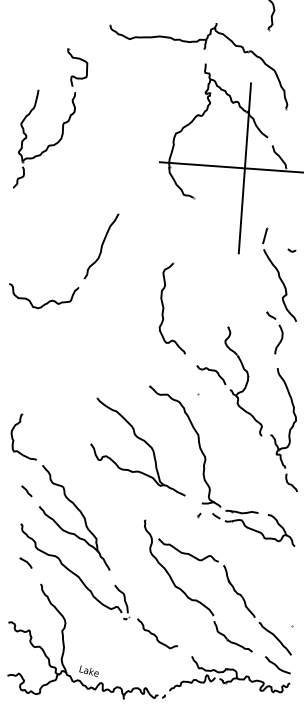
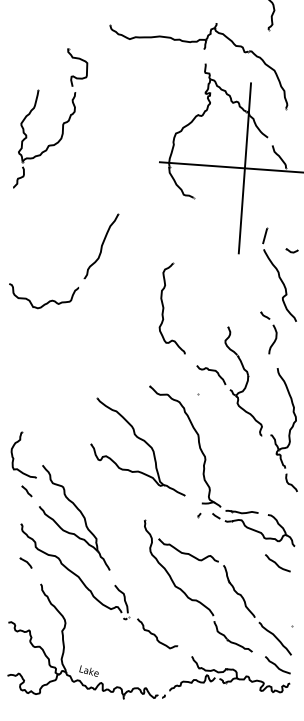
part at (291, 250) size: 10x5 px -> 14x6 px
part at (280, 330) position: (280, 330) -> (274, 330)
part at (14, 440) position: (14, 440) -> (14, 458)
curve at (277, 563): none -> present
